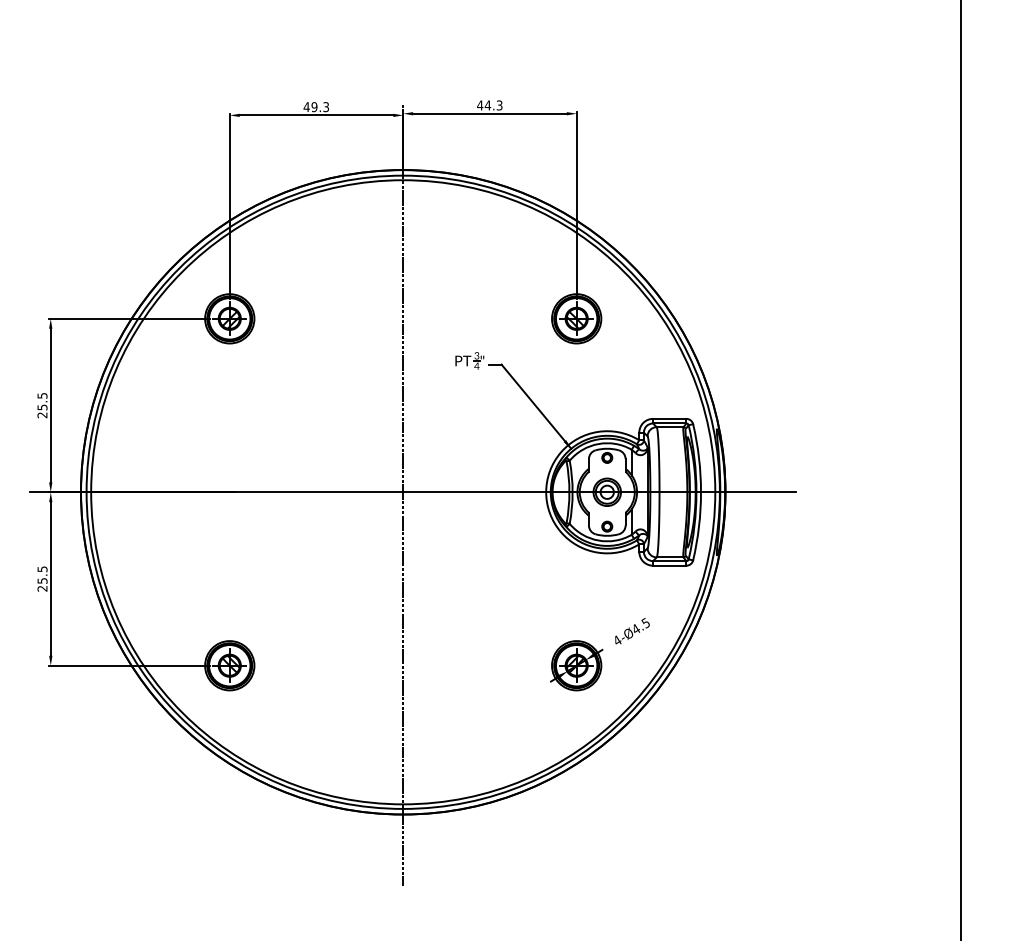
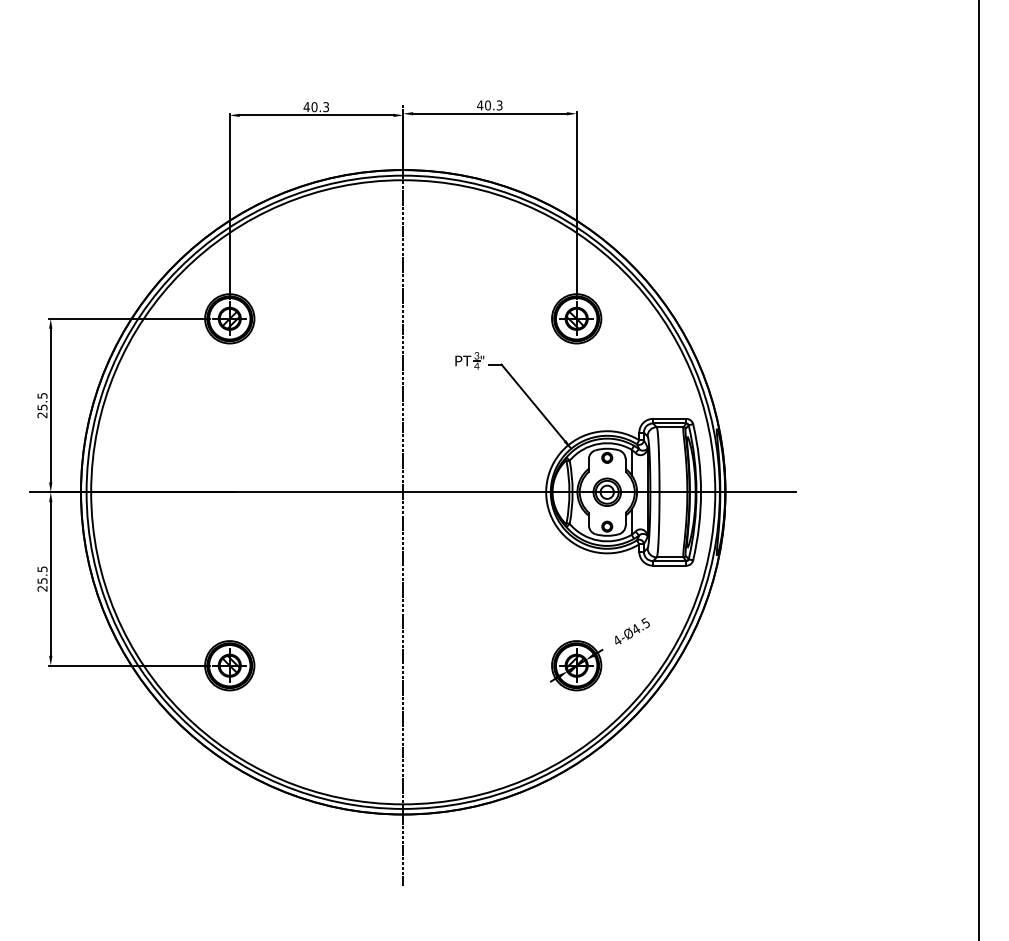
text at (487, 105): 44.3 -> 40.3
text at (314, 107): 49.3 -> 40.3
line at (960, 469) position: (960, 469) -> (978, 469)
